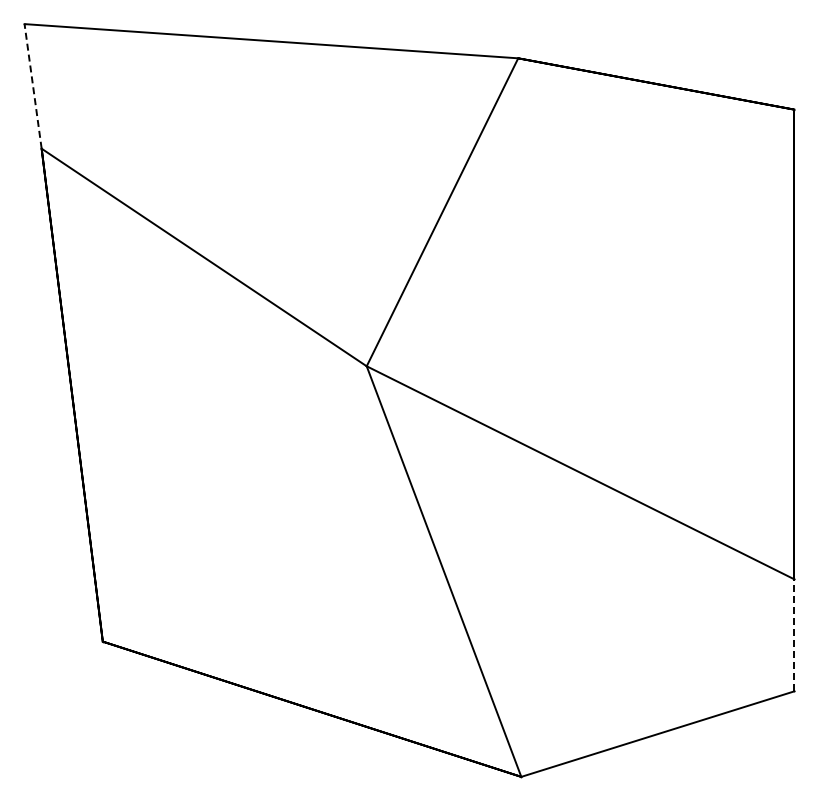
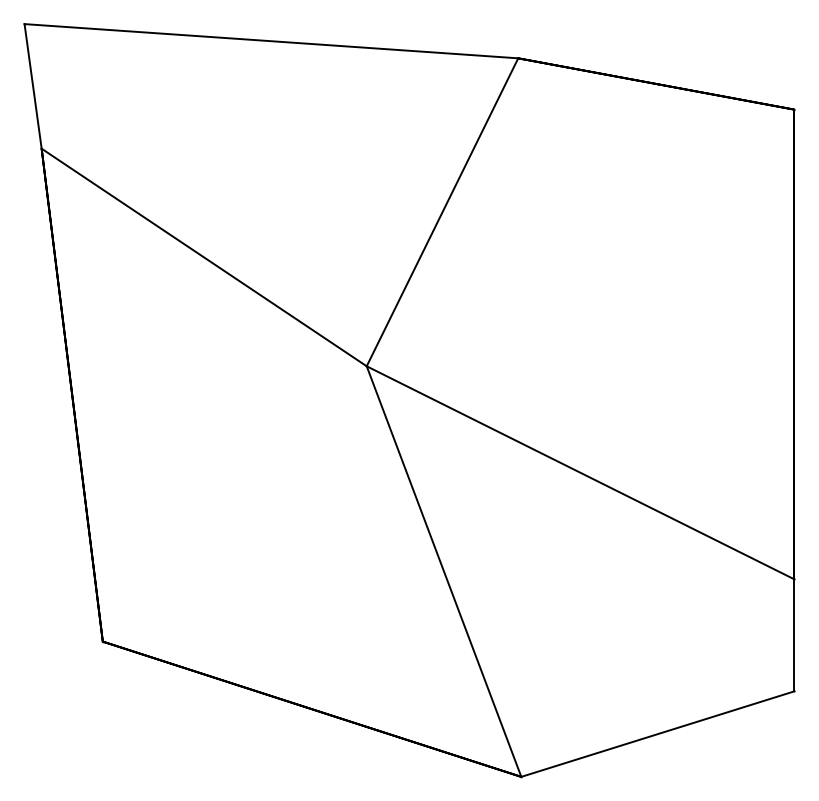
line at (33, 86): dashed -> solid
line at (794, 635): dashed -> solid
